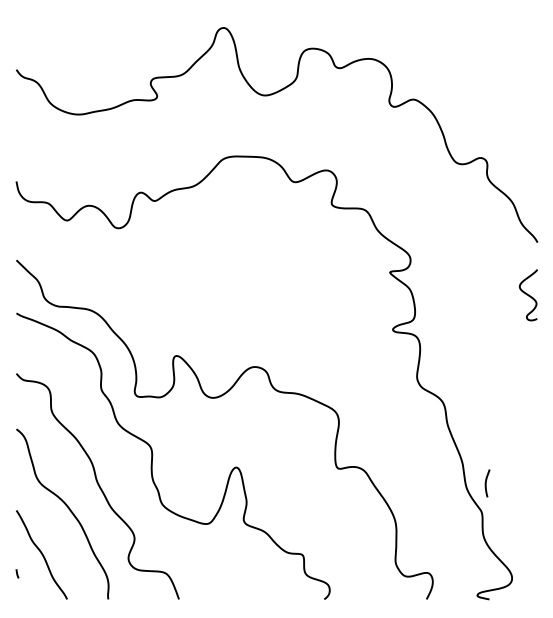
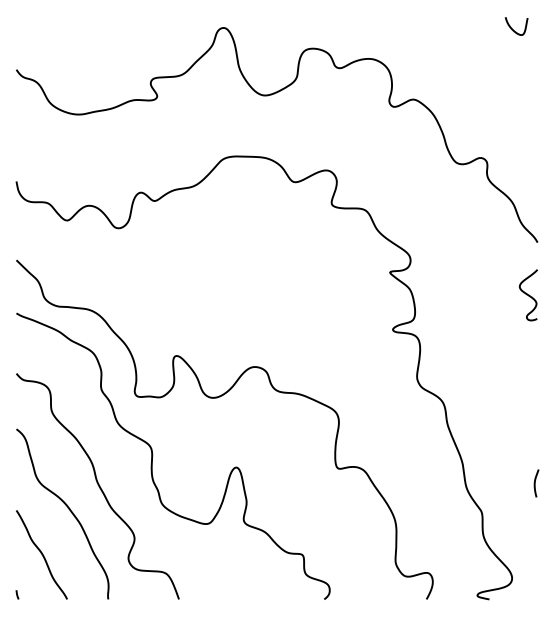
curve at (513, 29): none -> present
curve at (486, 483) position: (486, 483) -> (535, 483)
curve at (17, 573) position: (17, 573) -> (17, 594)
